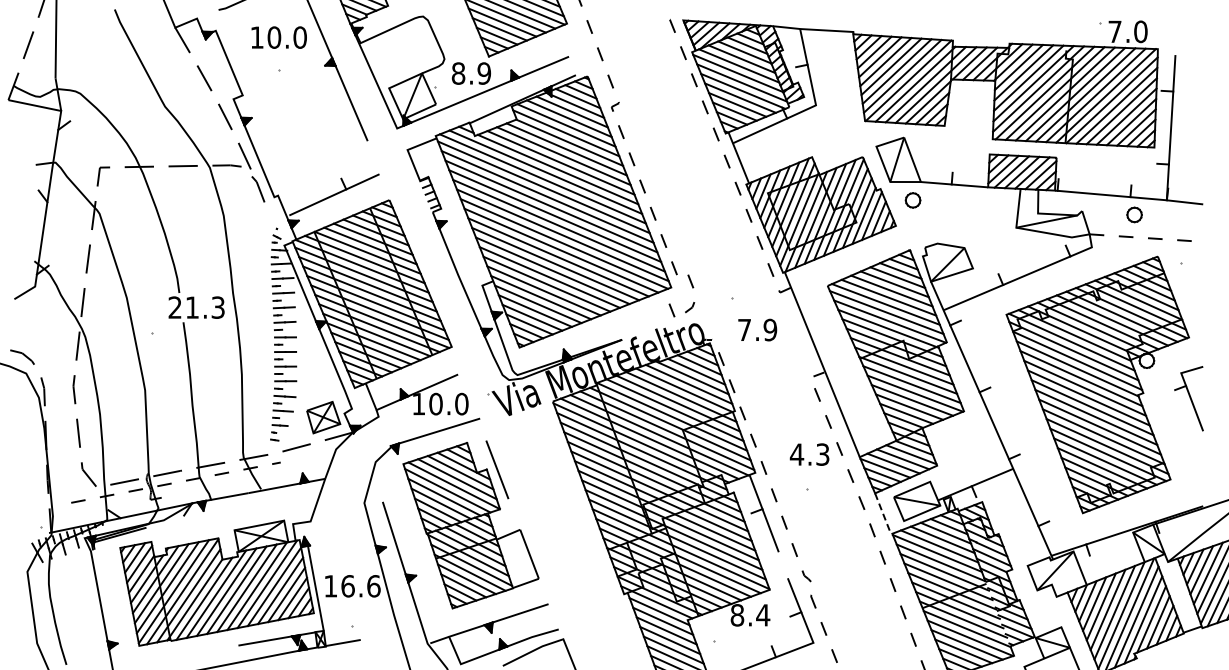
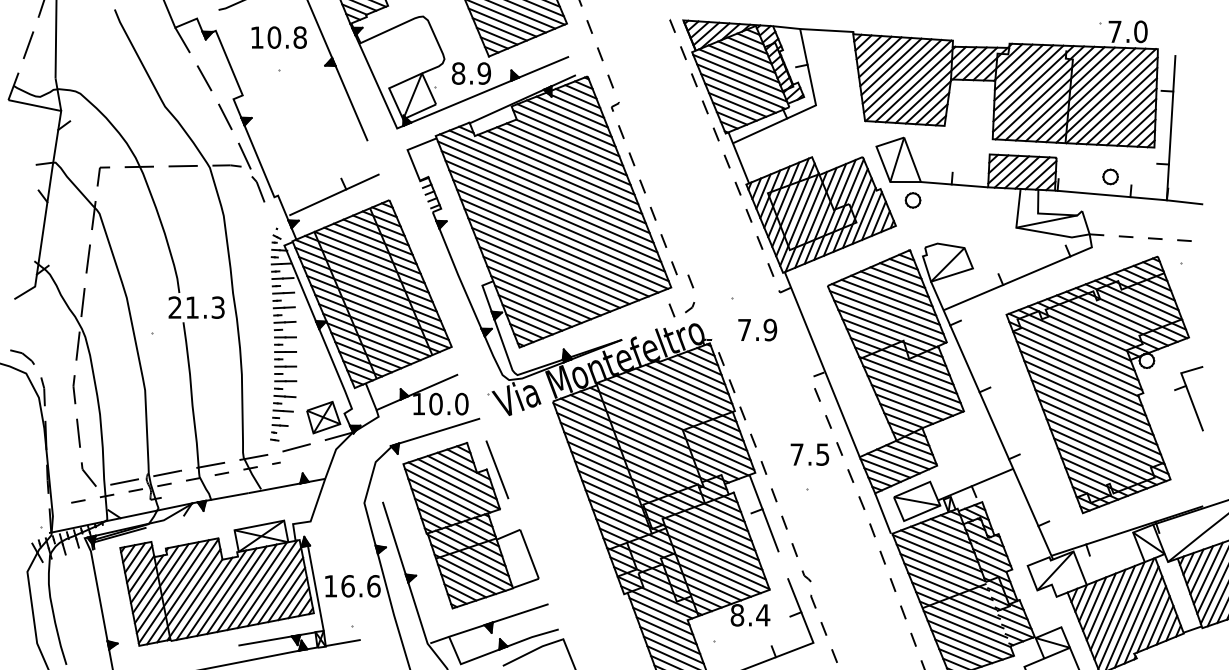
text at (299, 37): 10.0 -> 10.8
part at (1134, 214) position: (1134, 214) -> (1110, 176)
text at (809, 454): 4.3 -> 7.5
line at (883, 513): dashed -> solid
